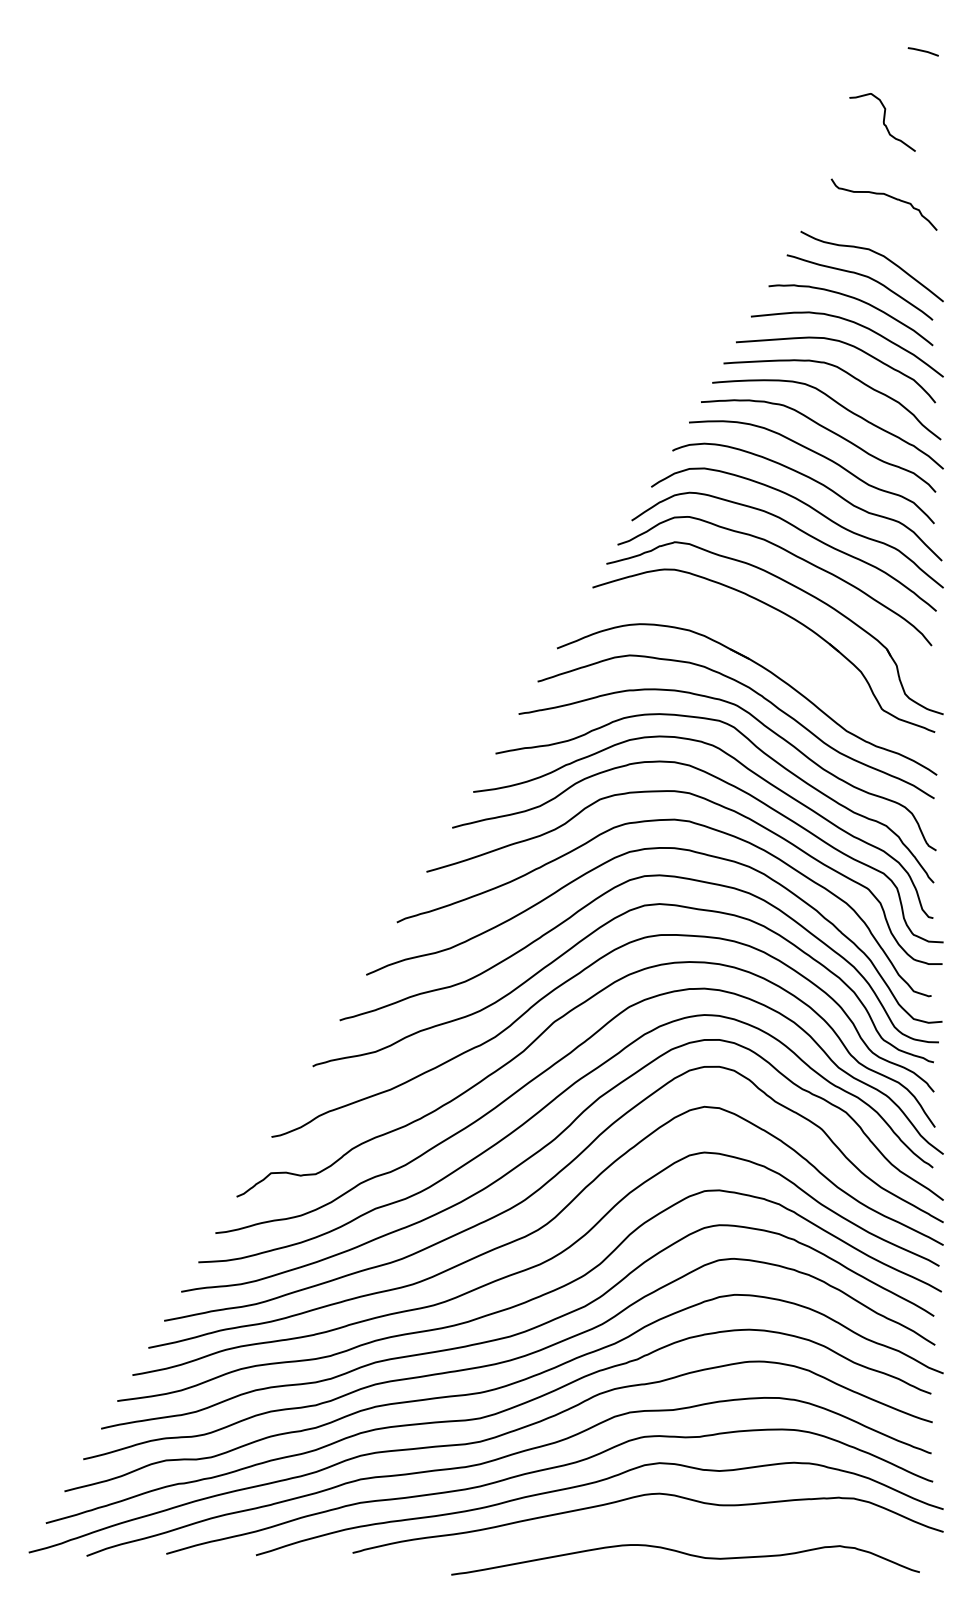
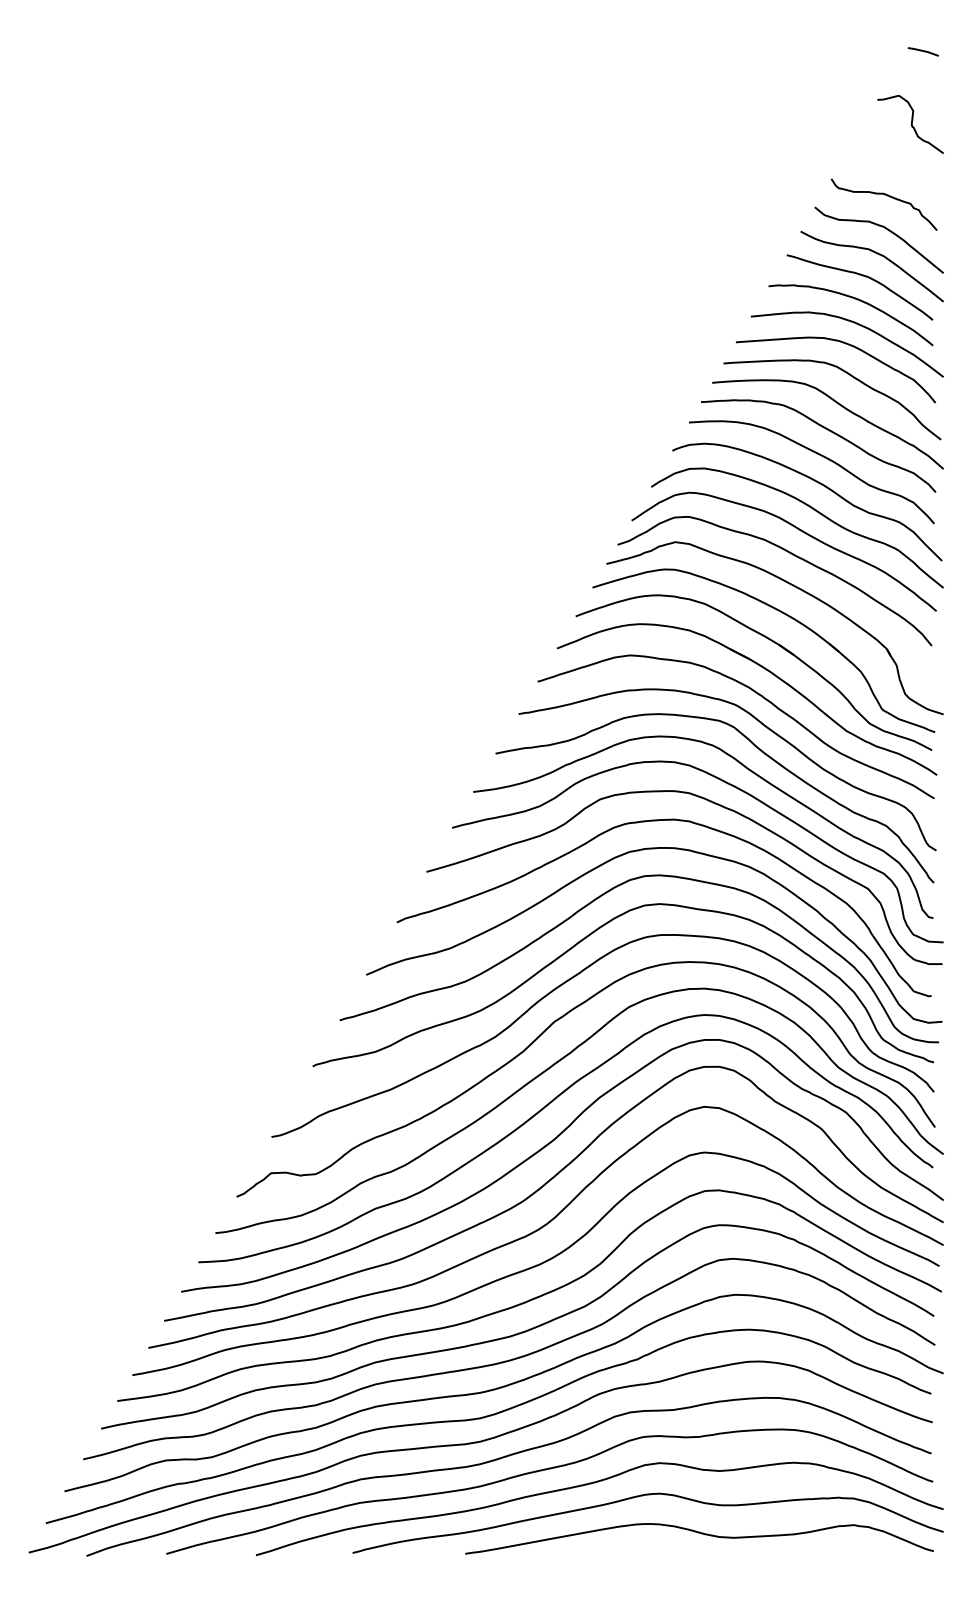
curve at (883, 122) position: (883, 122) -> (911, 124)
curve at (885, 229): none -> present
part at (769, 640): none -> present
curve at (687, 1555) position: (687, 1555) -> (701, 1534)
